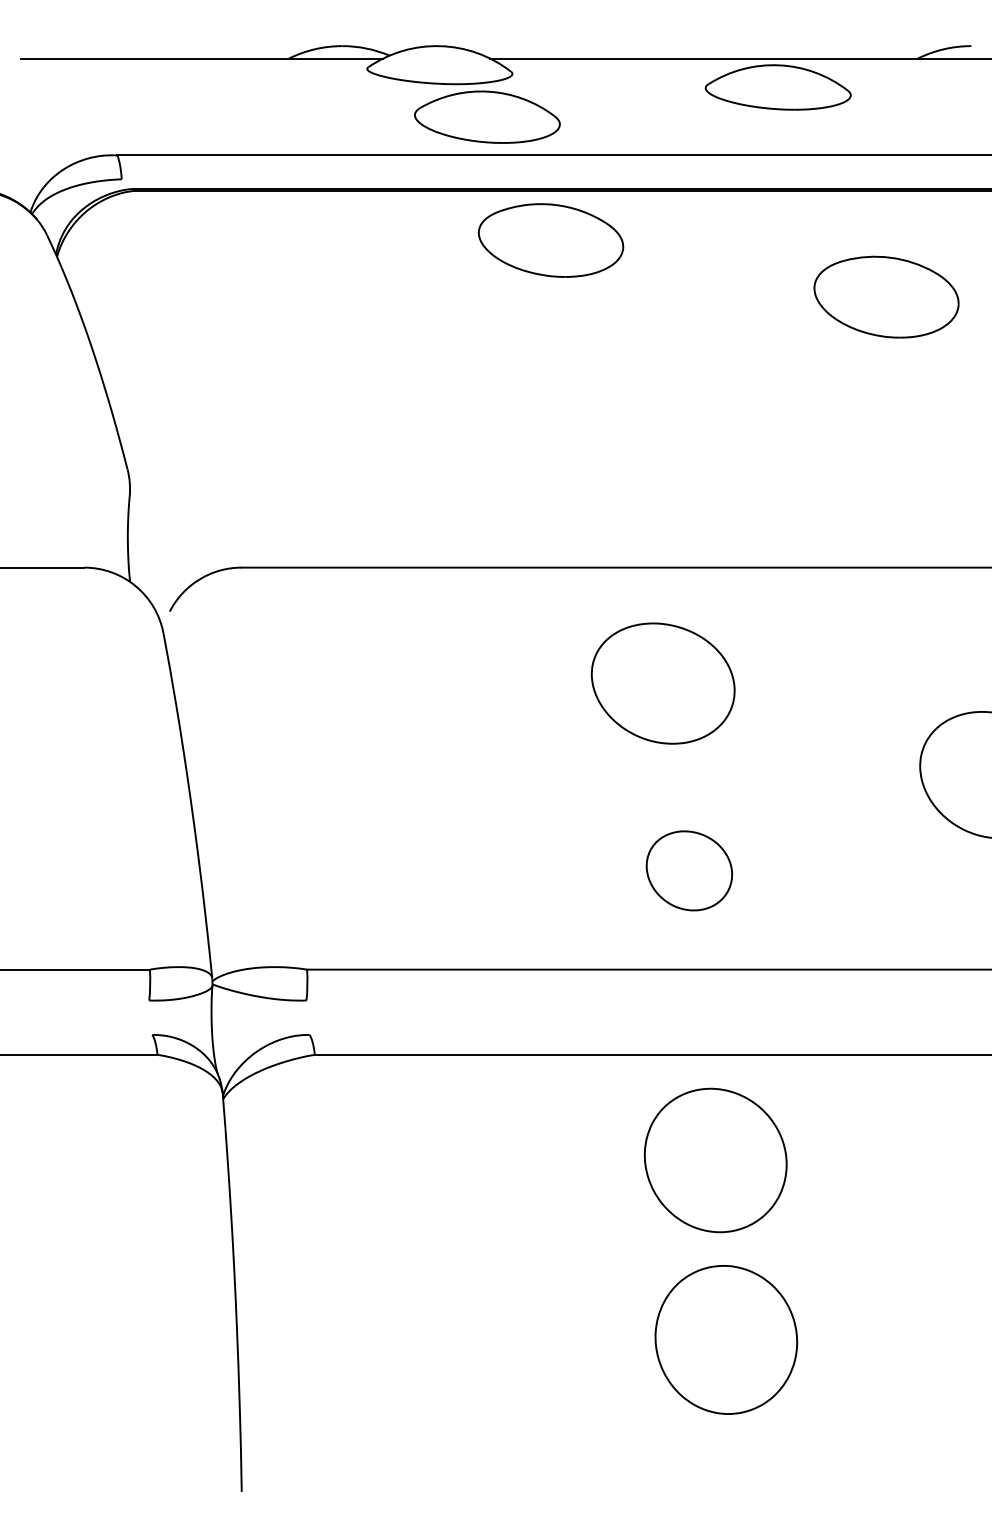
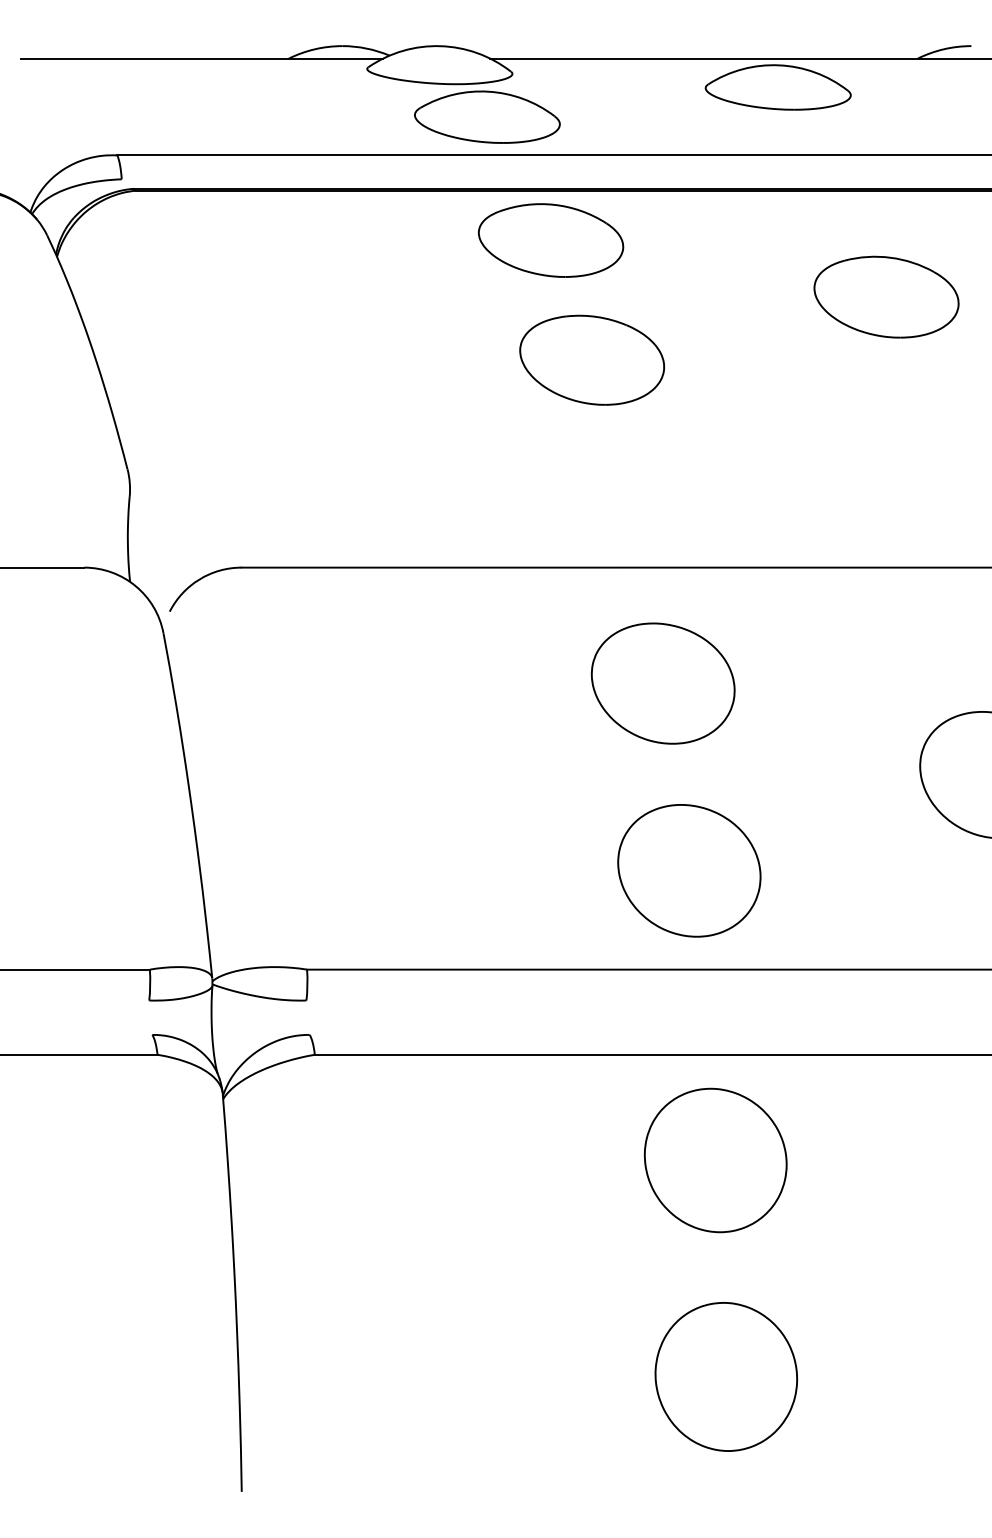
part at (591, 359): none -> present
part at (688, 870) size: 88x82 px -> 145x134 px
part at (726, 1339) position: (726, 1339) -> (726, 1376)
